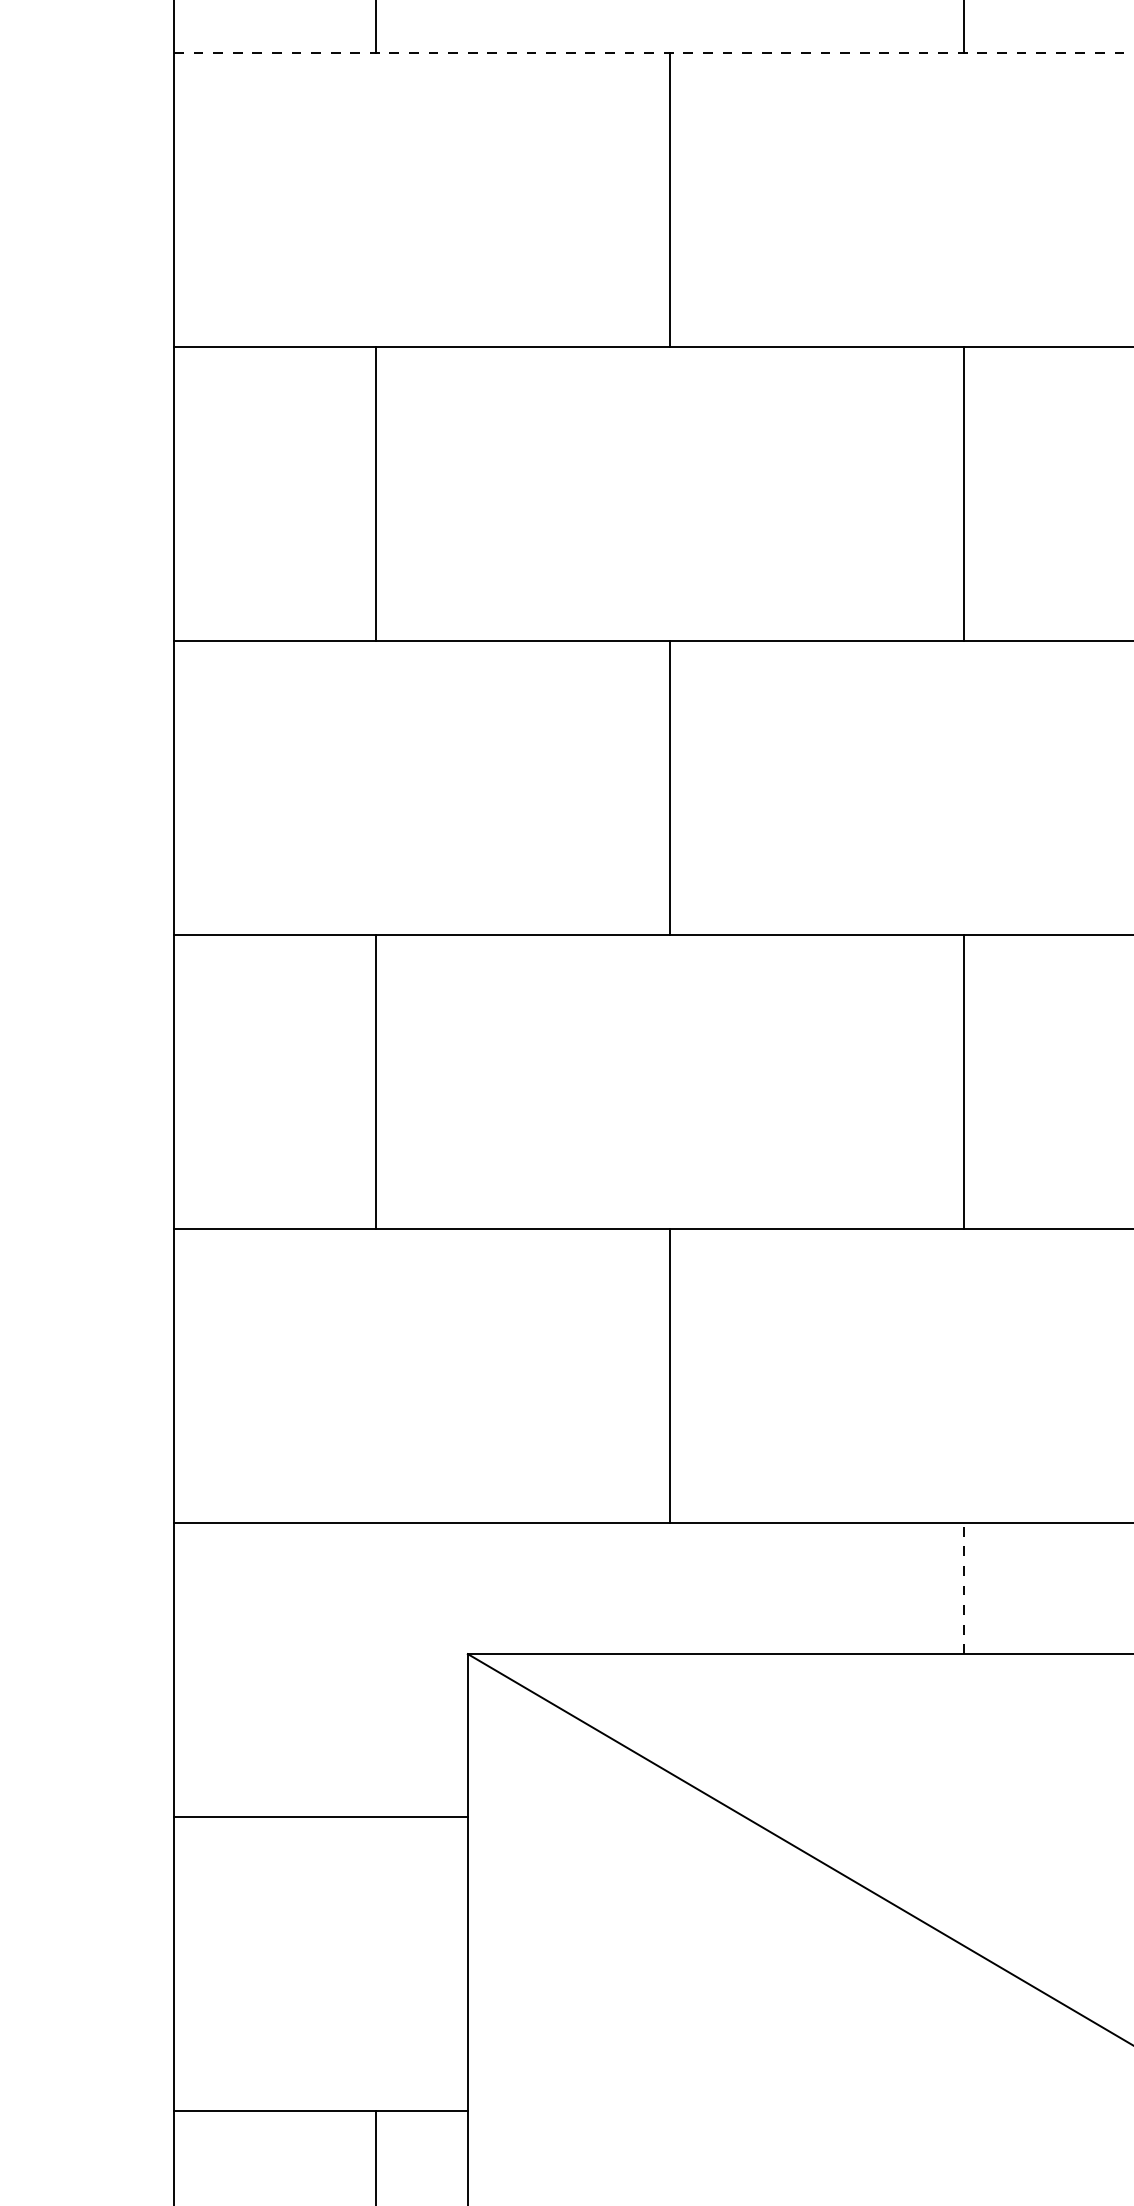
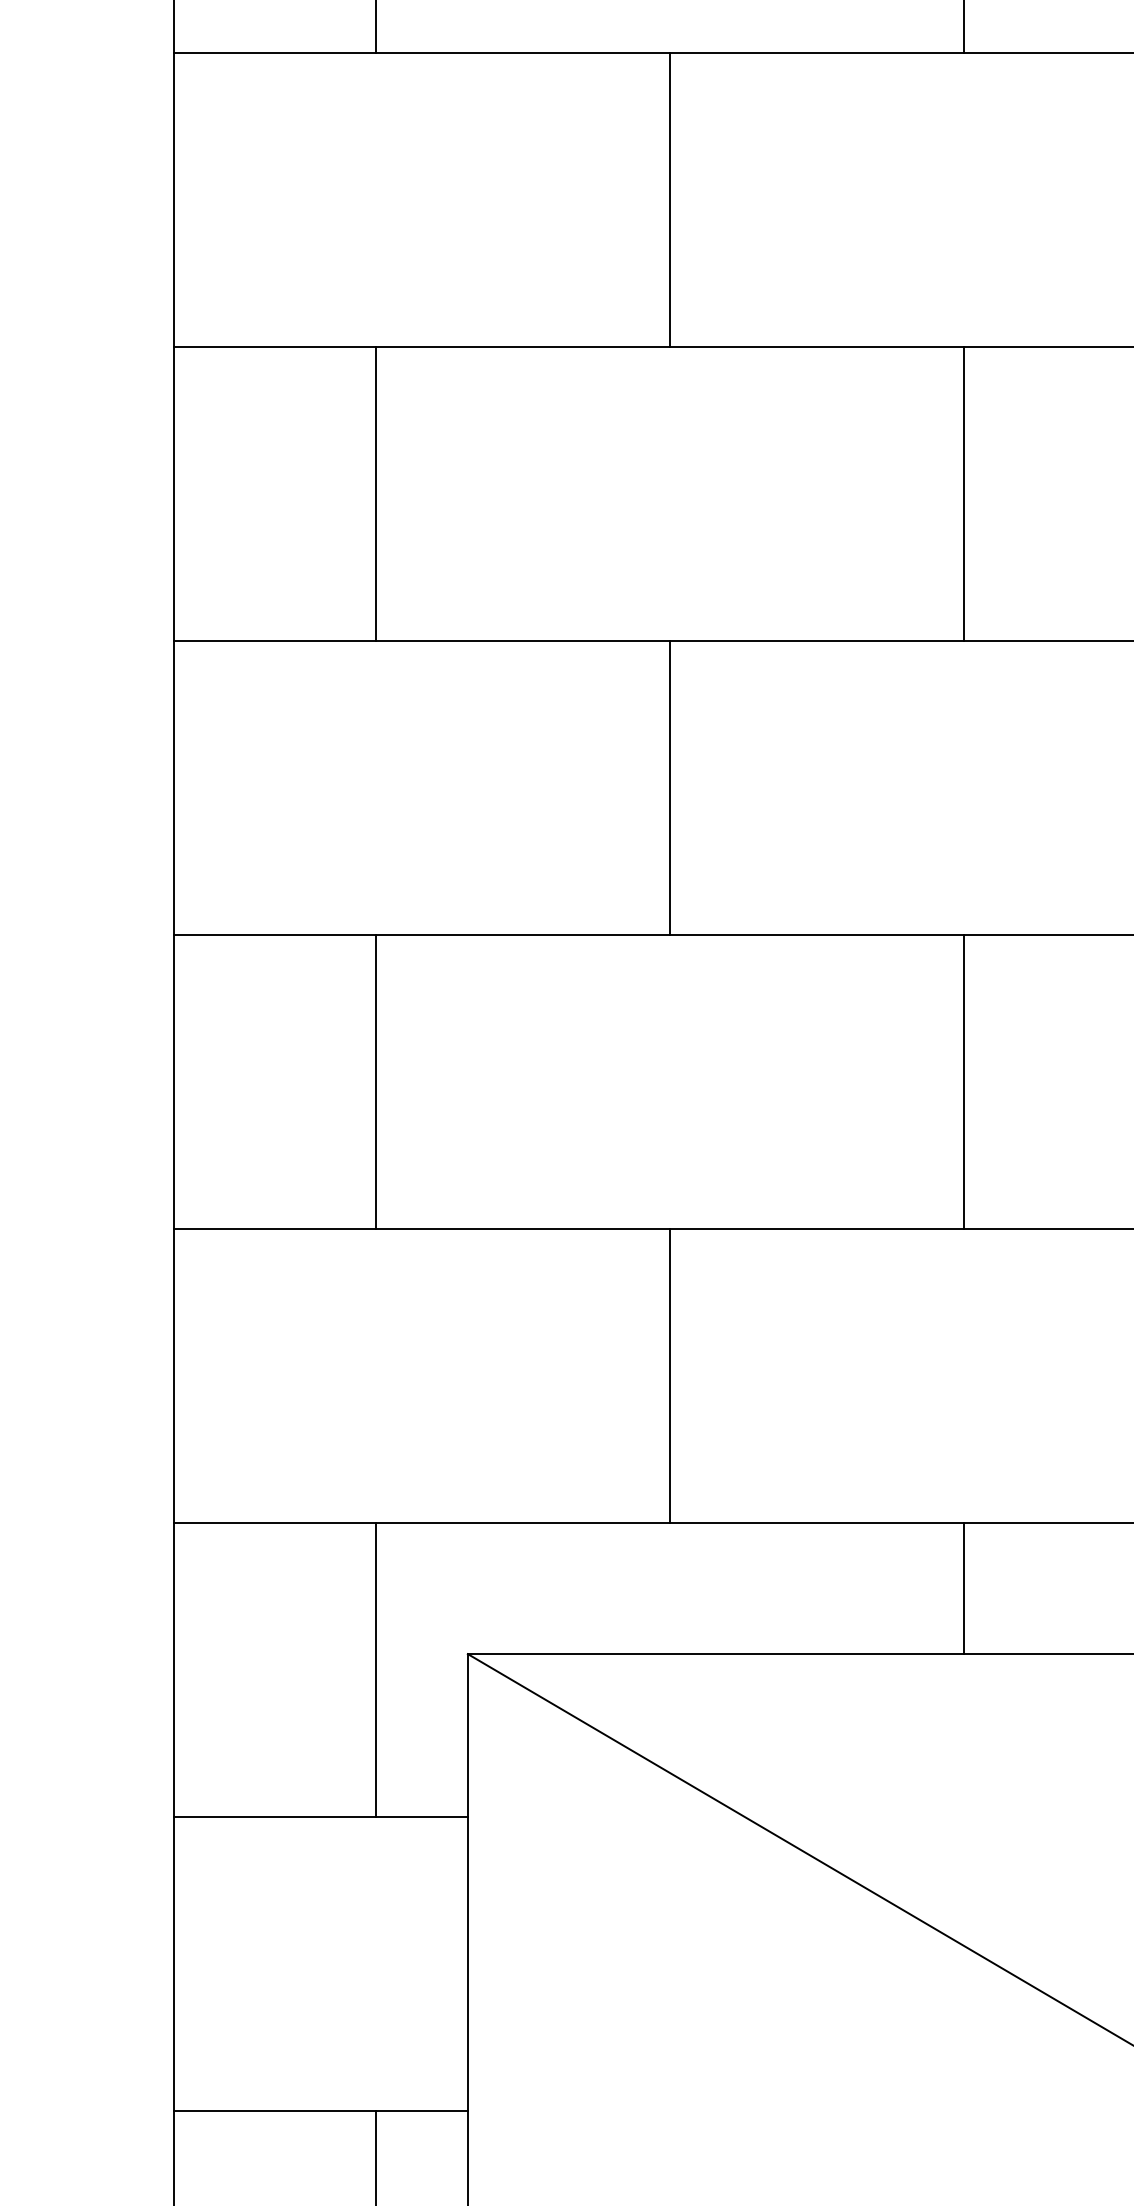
line at (653, 53): dashed -> solid
line at (964, 1588): dashed -> solid
line at (376, 1669): none -> present
